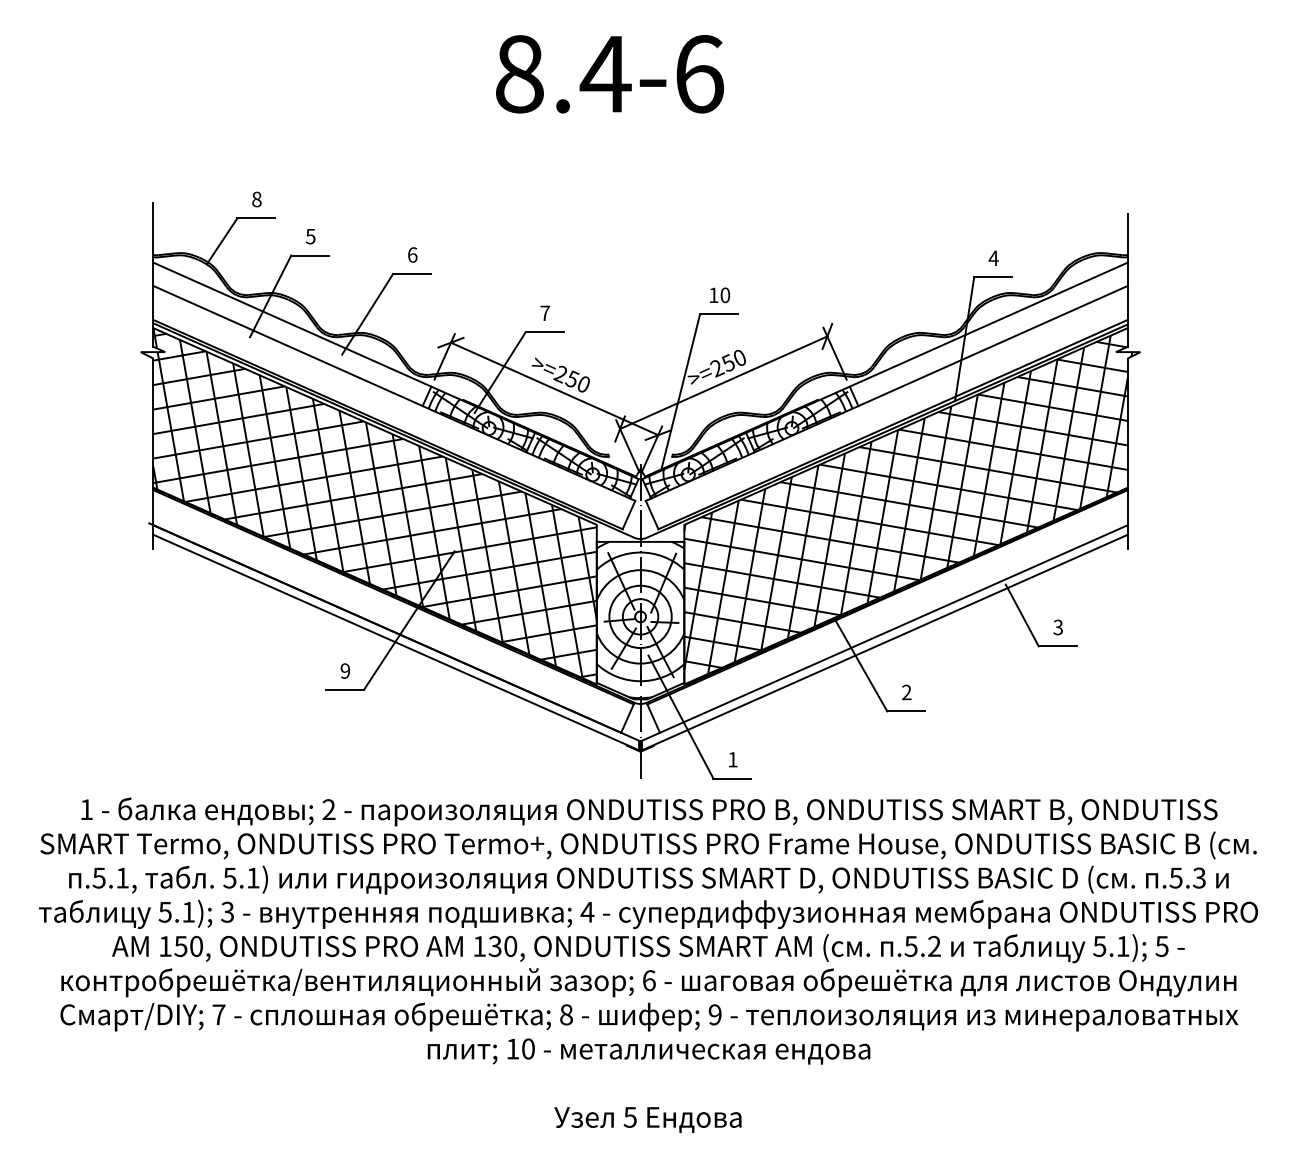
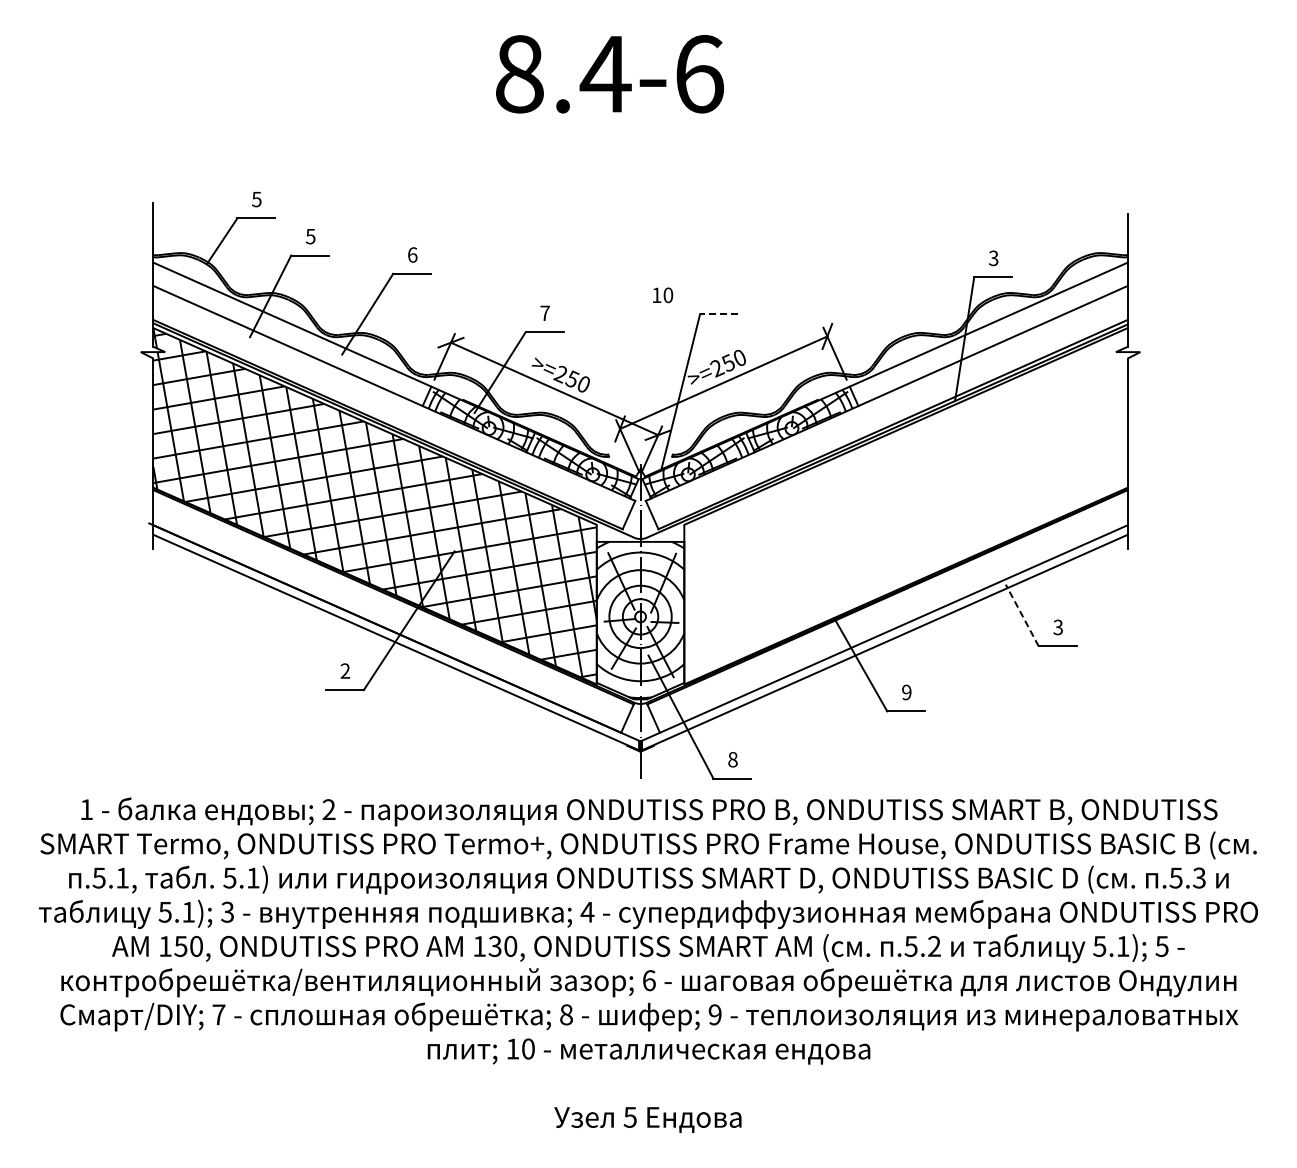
text at (256, 199): 8 -> 5
text at (993, 258): 4 -> 3
text at (720, 295) position: (720, 295) -> (663, 295)
line at (719, 314): solid -> dashed
hatch at (908, 504): present -> none
line at (1022, 615): solid -> dashed
text at (345, 670): 9 -> 2
text at (906, 692): 2 -> 9
text at (732, 759): 1 -> 8
